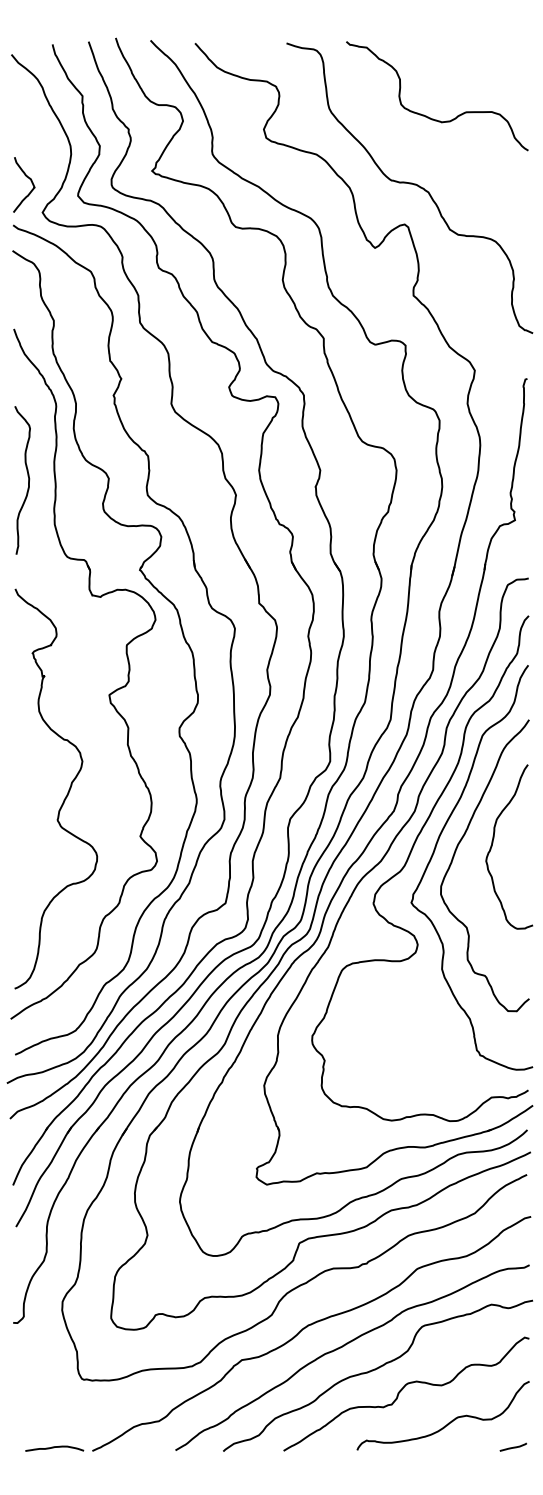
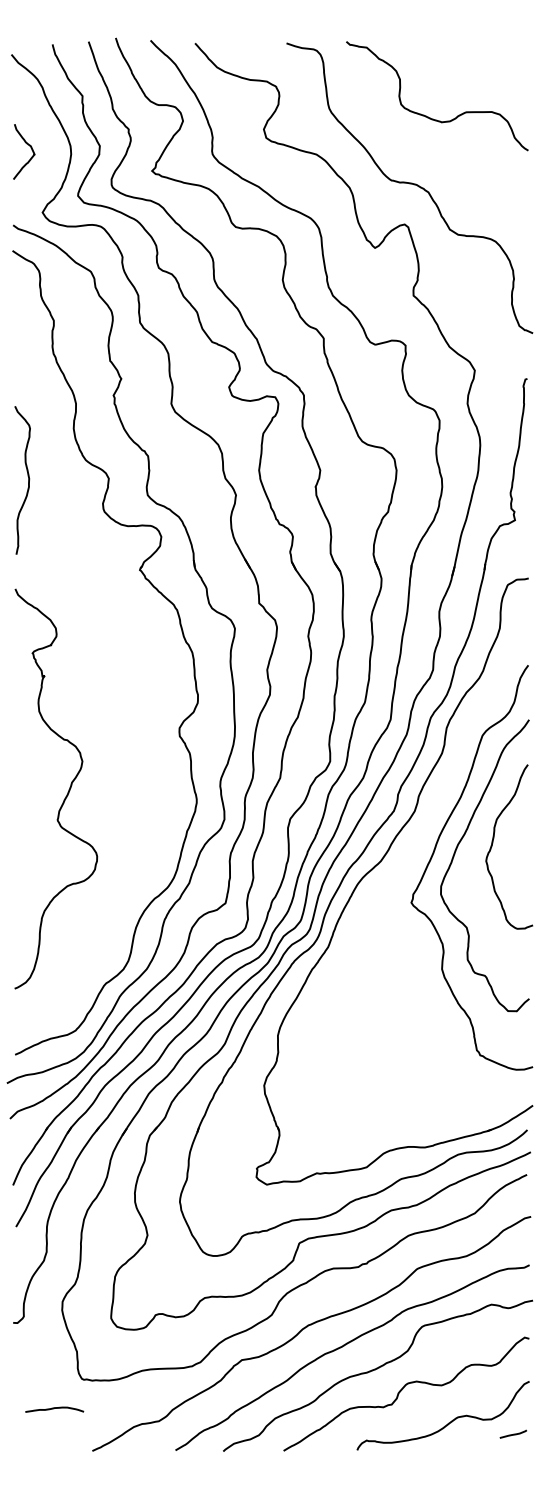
curve at (30, 181) position: (30, 181) -> (30, 148)
part at (108, 694): present -> none
curve at (407, 862): present -> none
curve at (513, 1446) position: (513, 1446) -> (513, 1433)
curve at (54, 1448) position: (54, 1448) -> (54, 1409)
